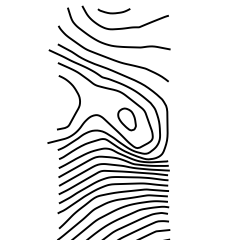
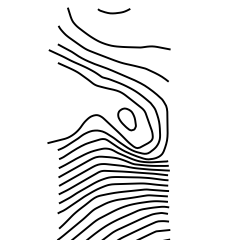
curve at (124, 27): present -> none
curve at (78, 104): present -> none
